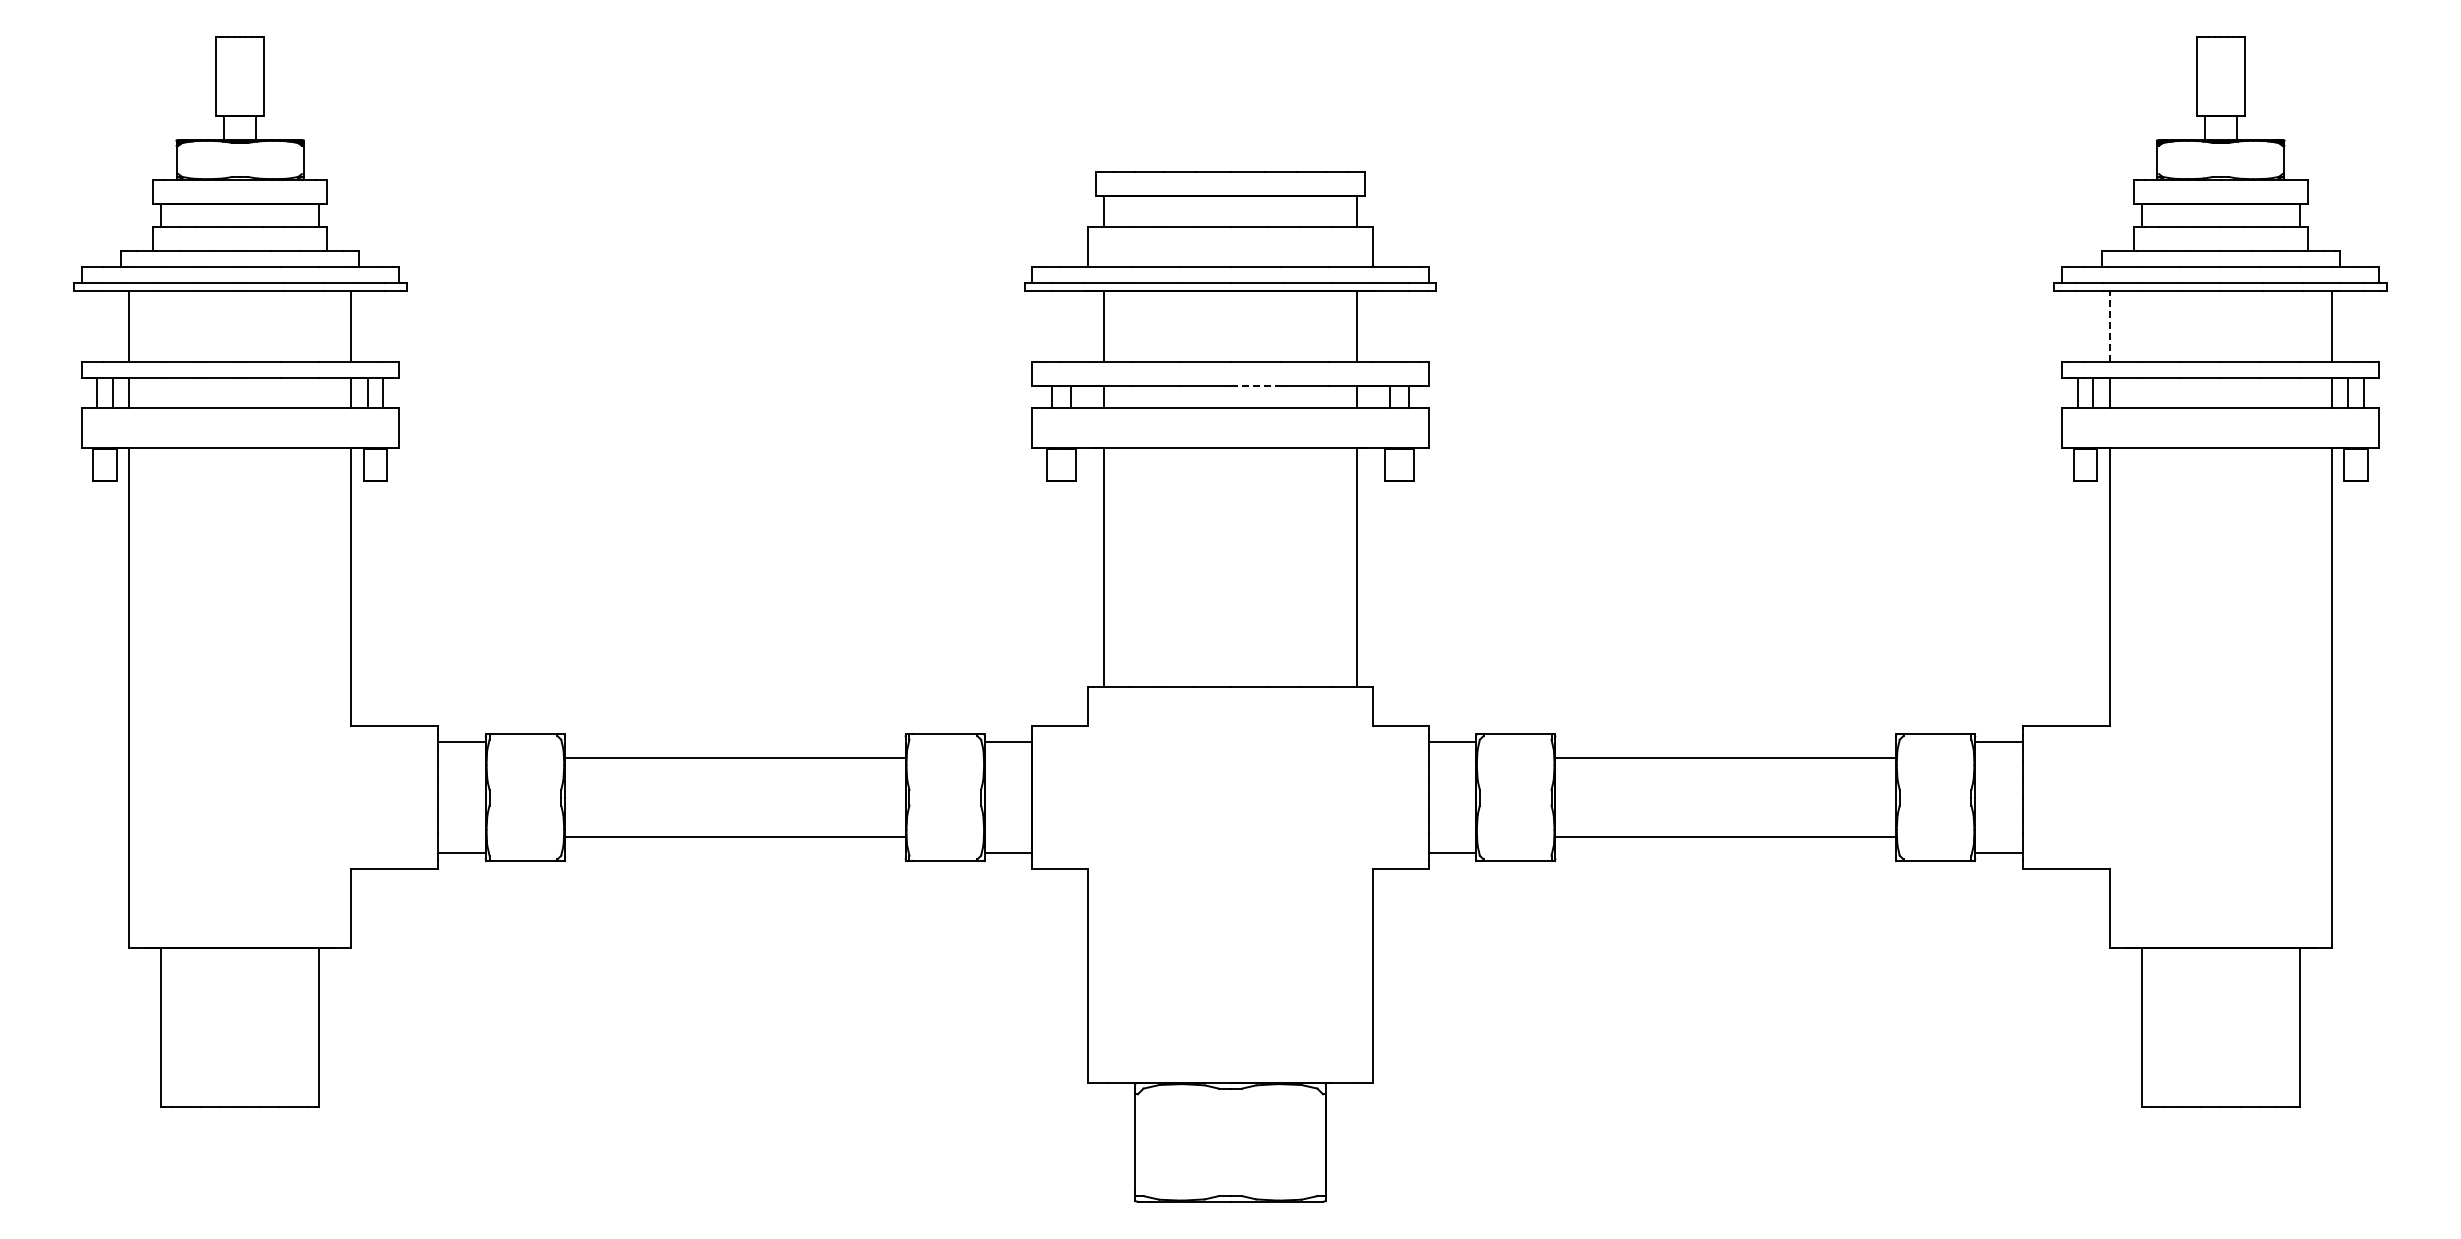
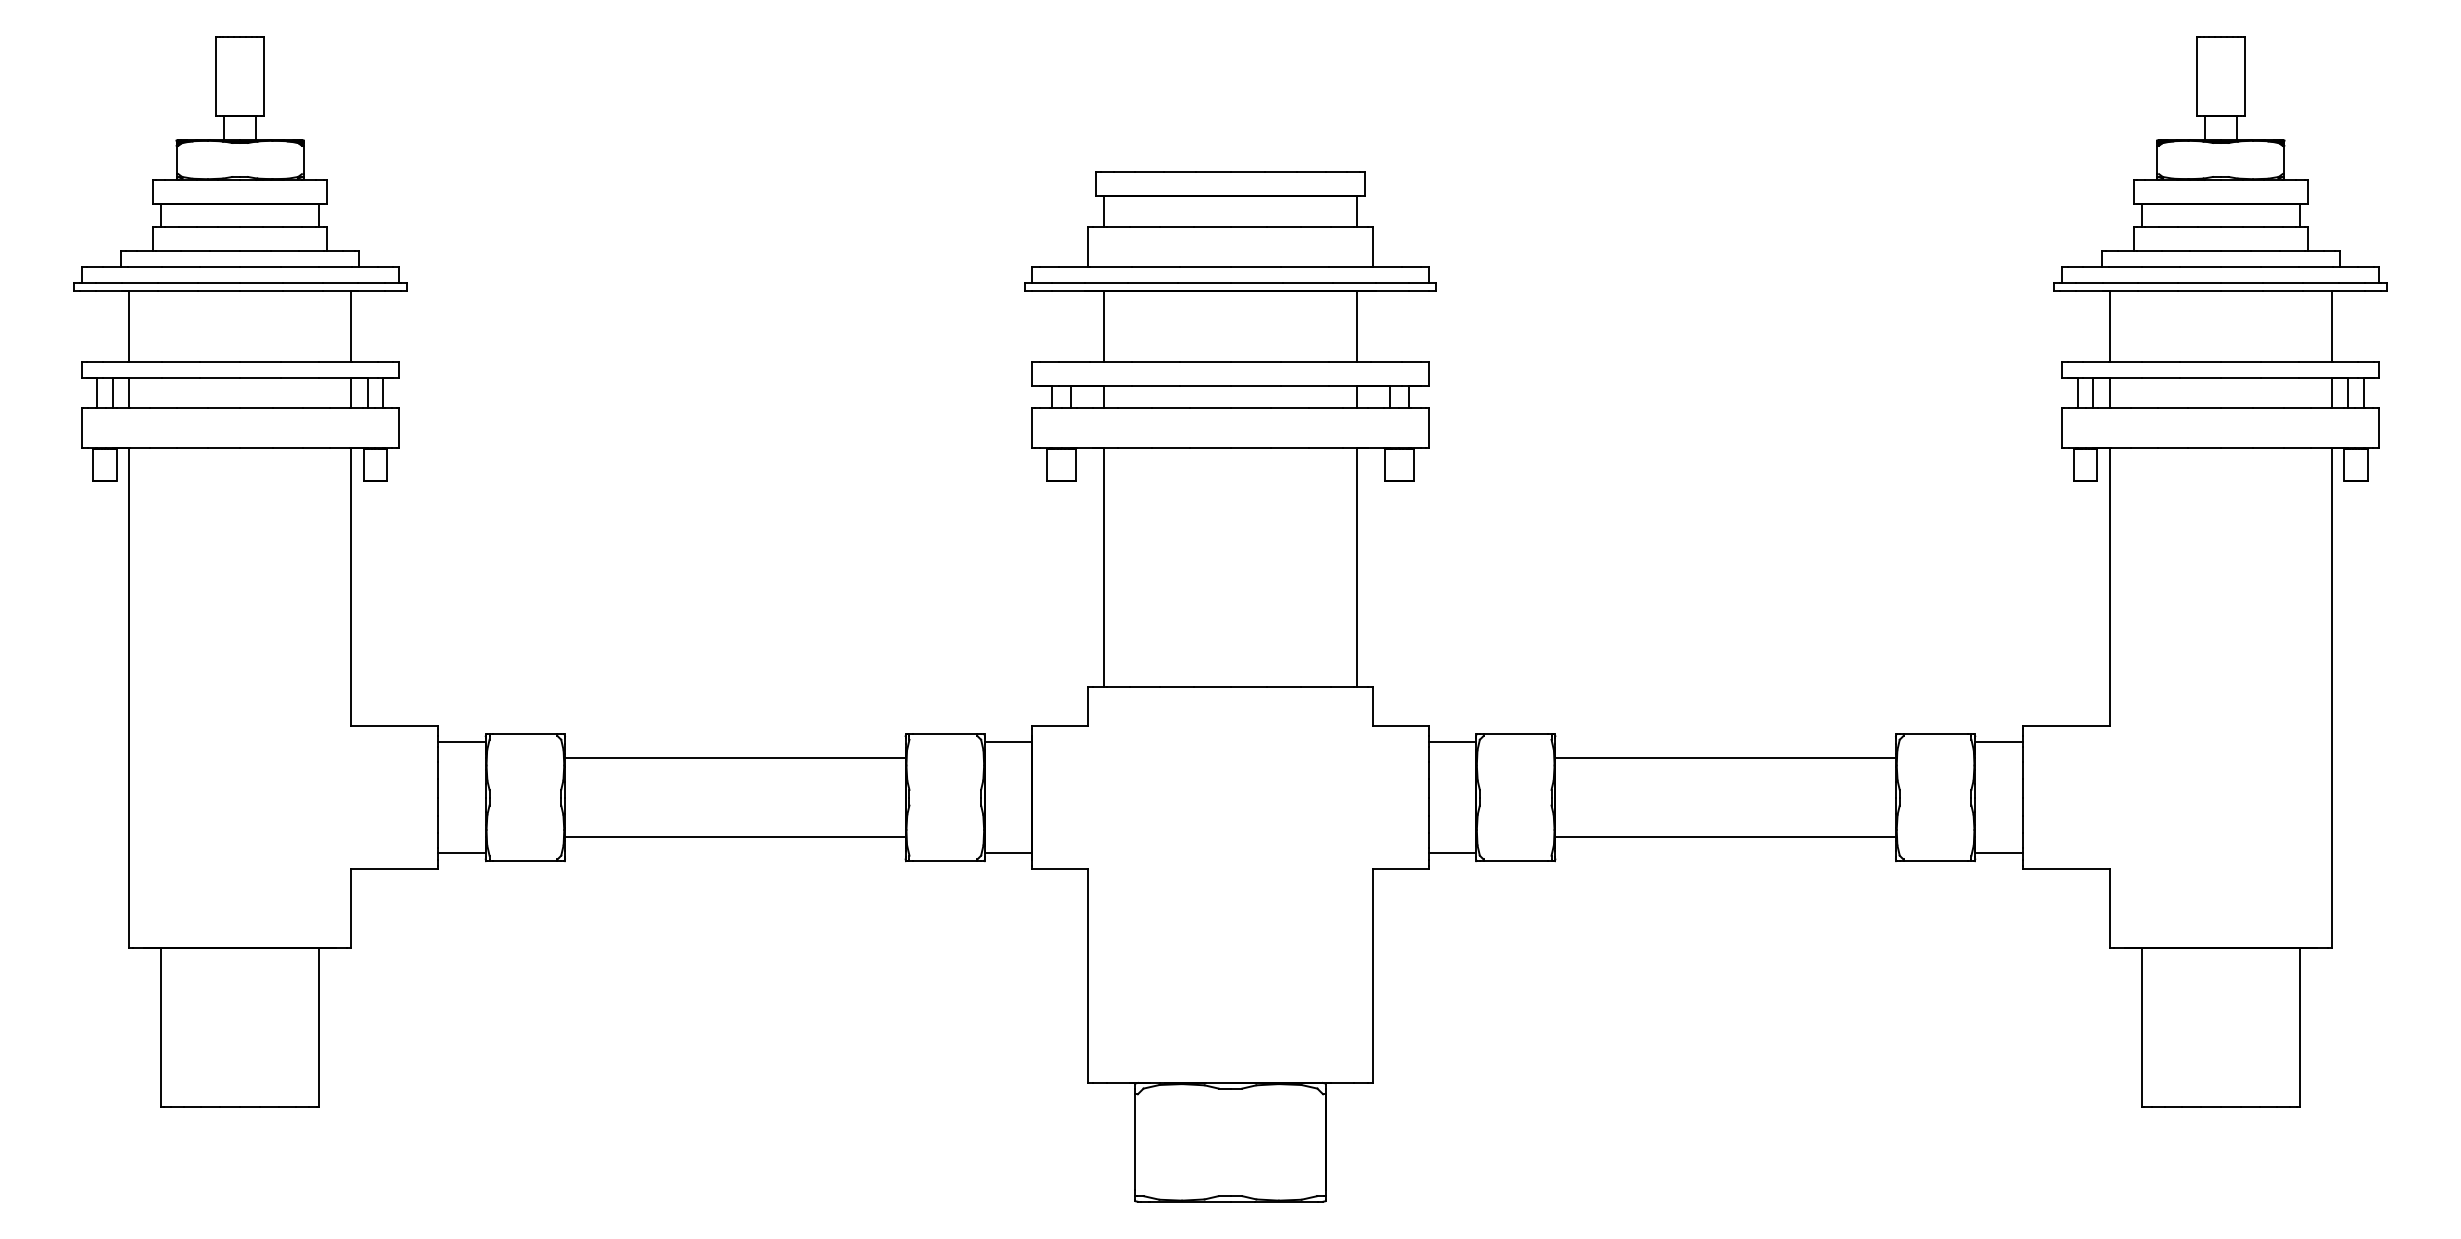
line at (2109, 326): dashed -> solid
line at (1256, 385): dashed -> solid
